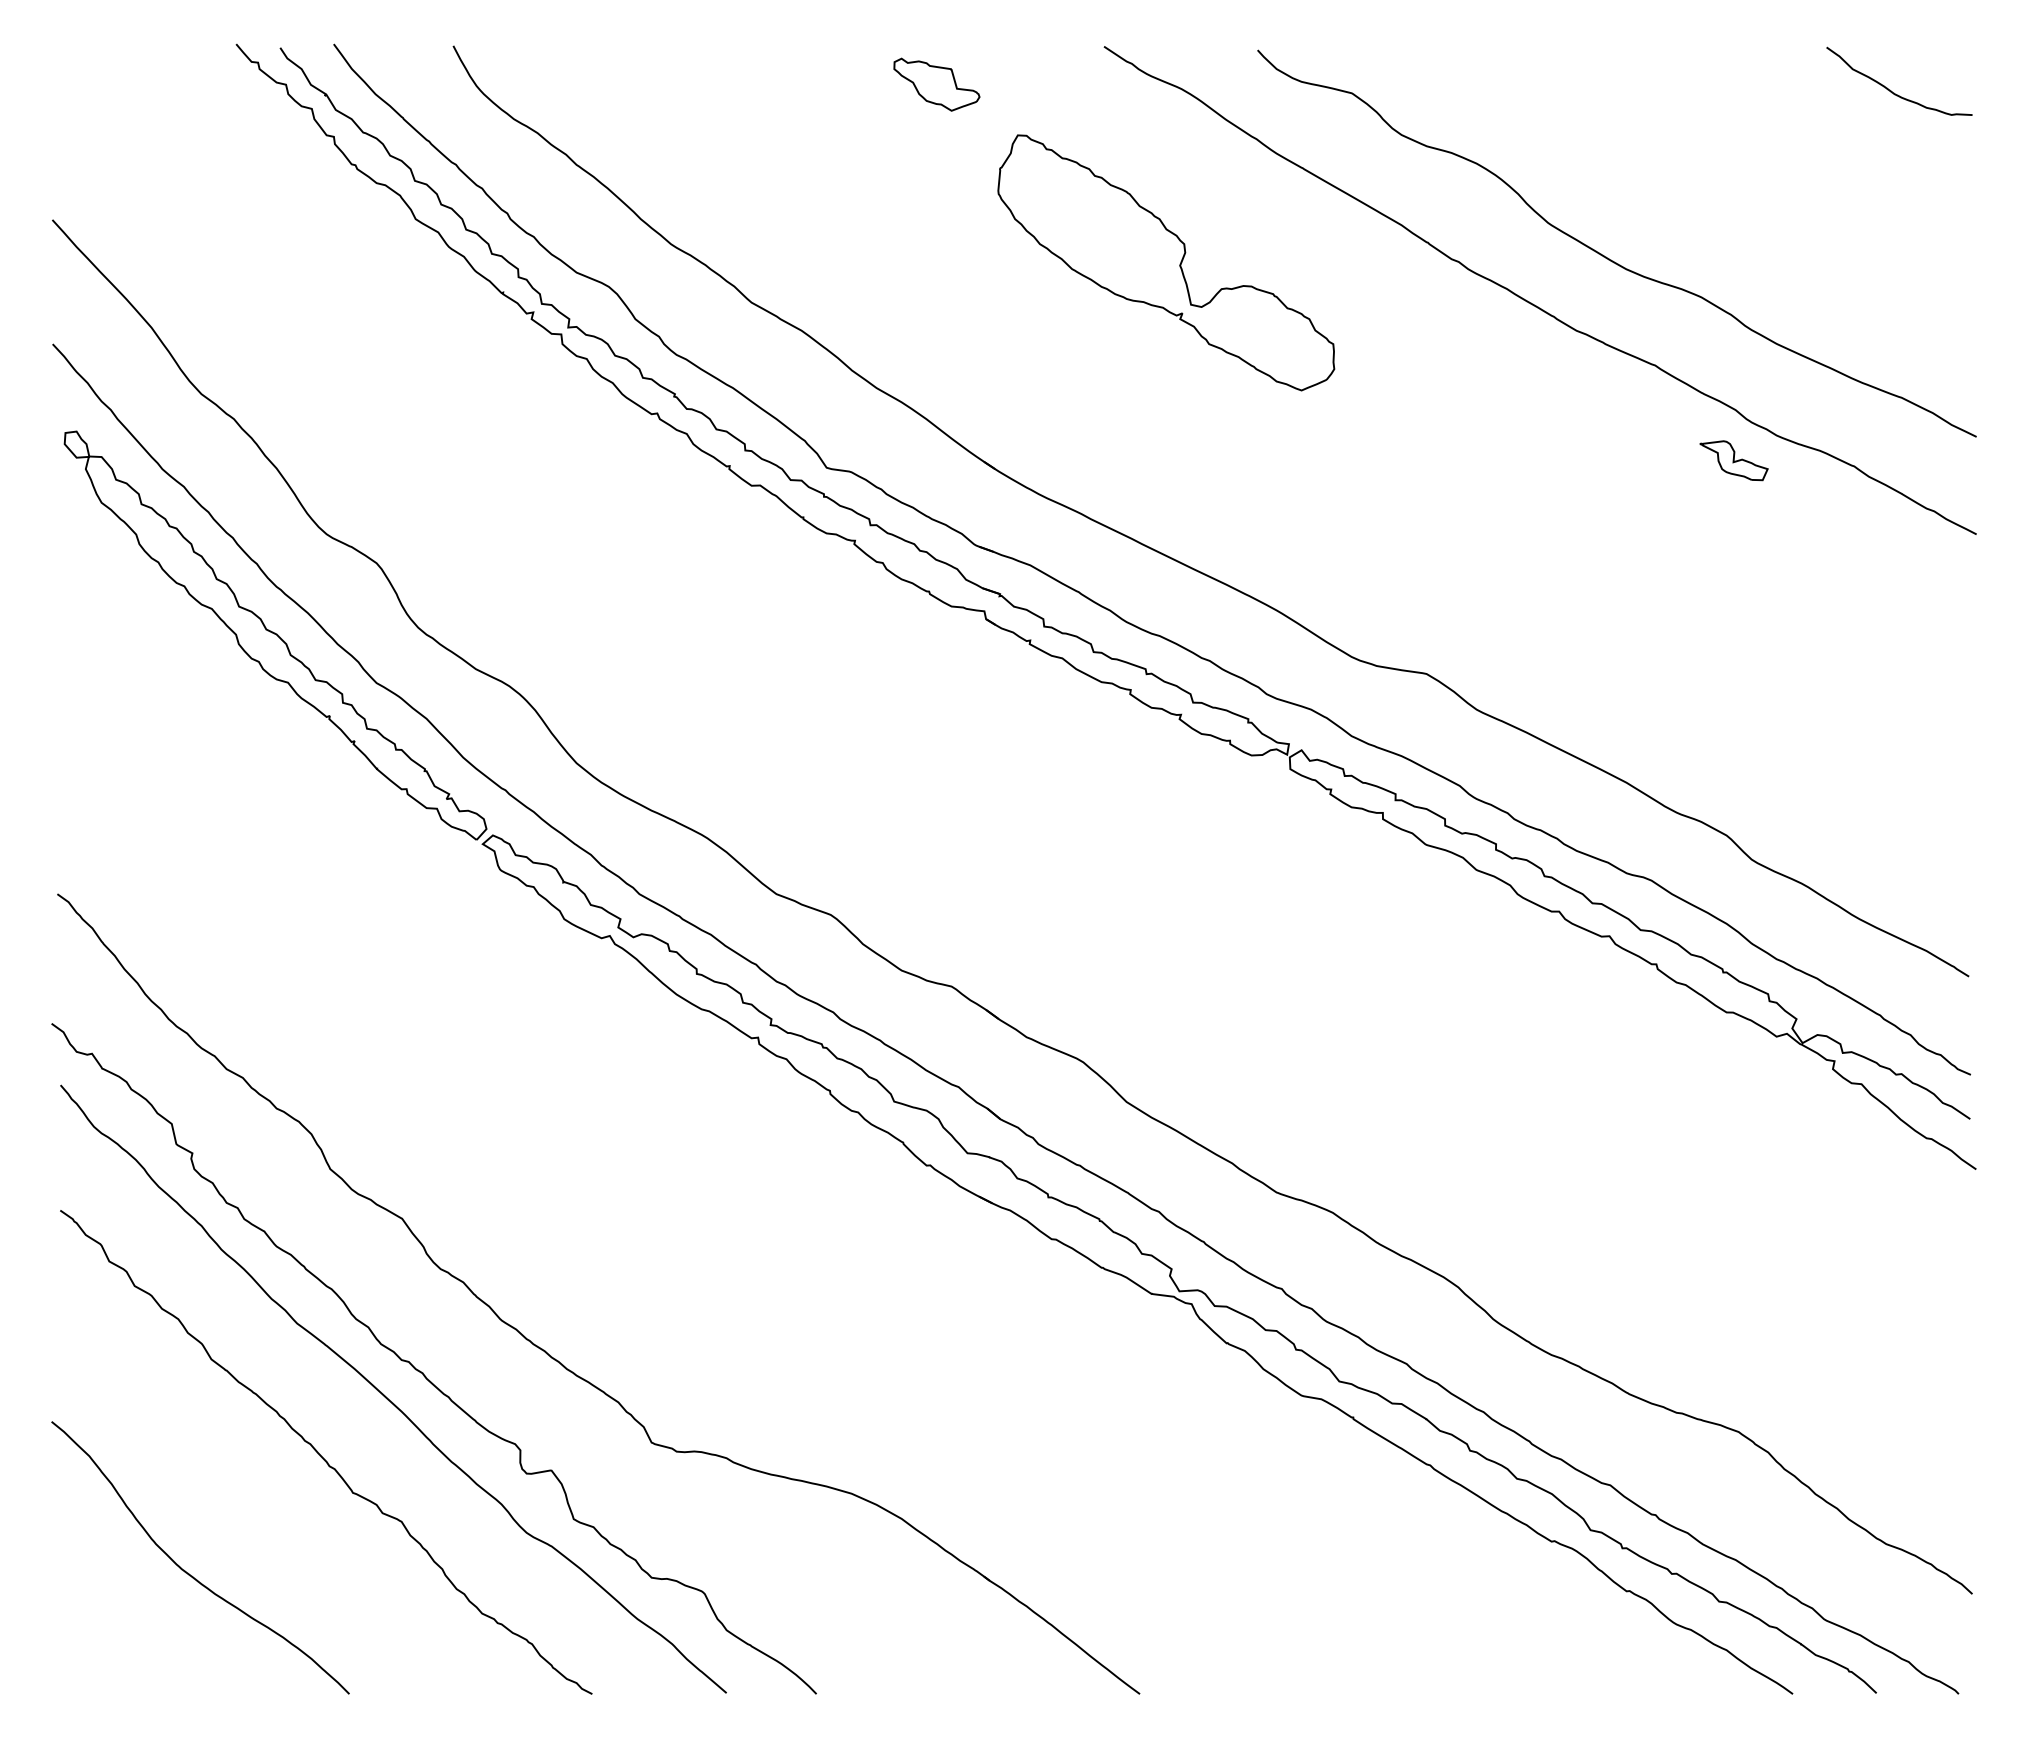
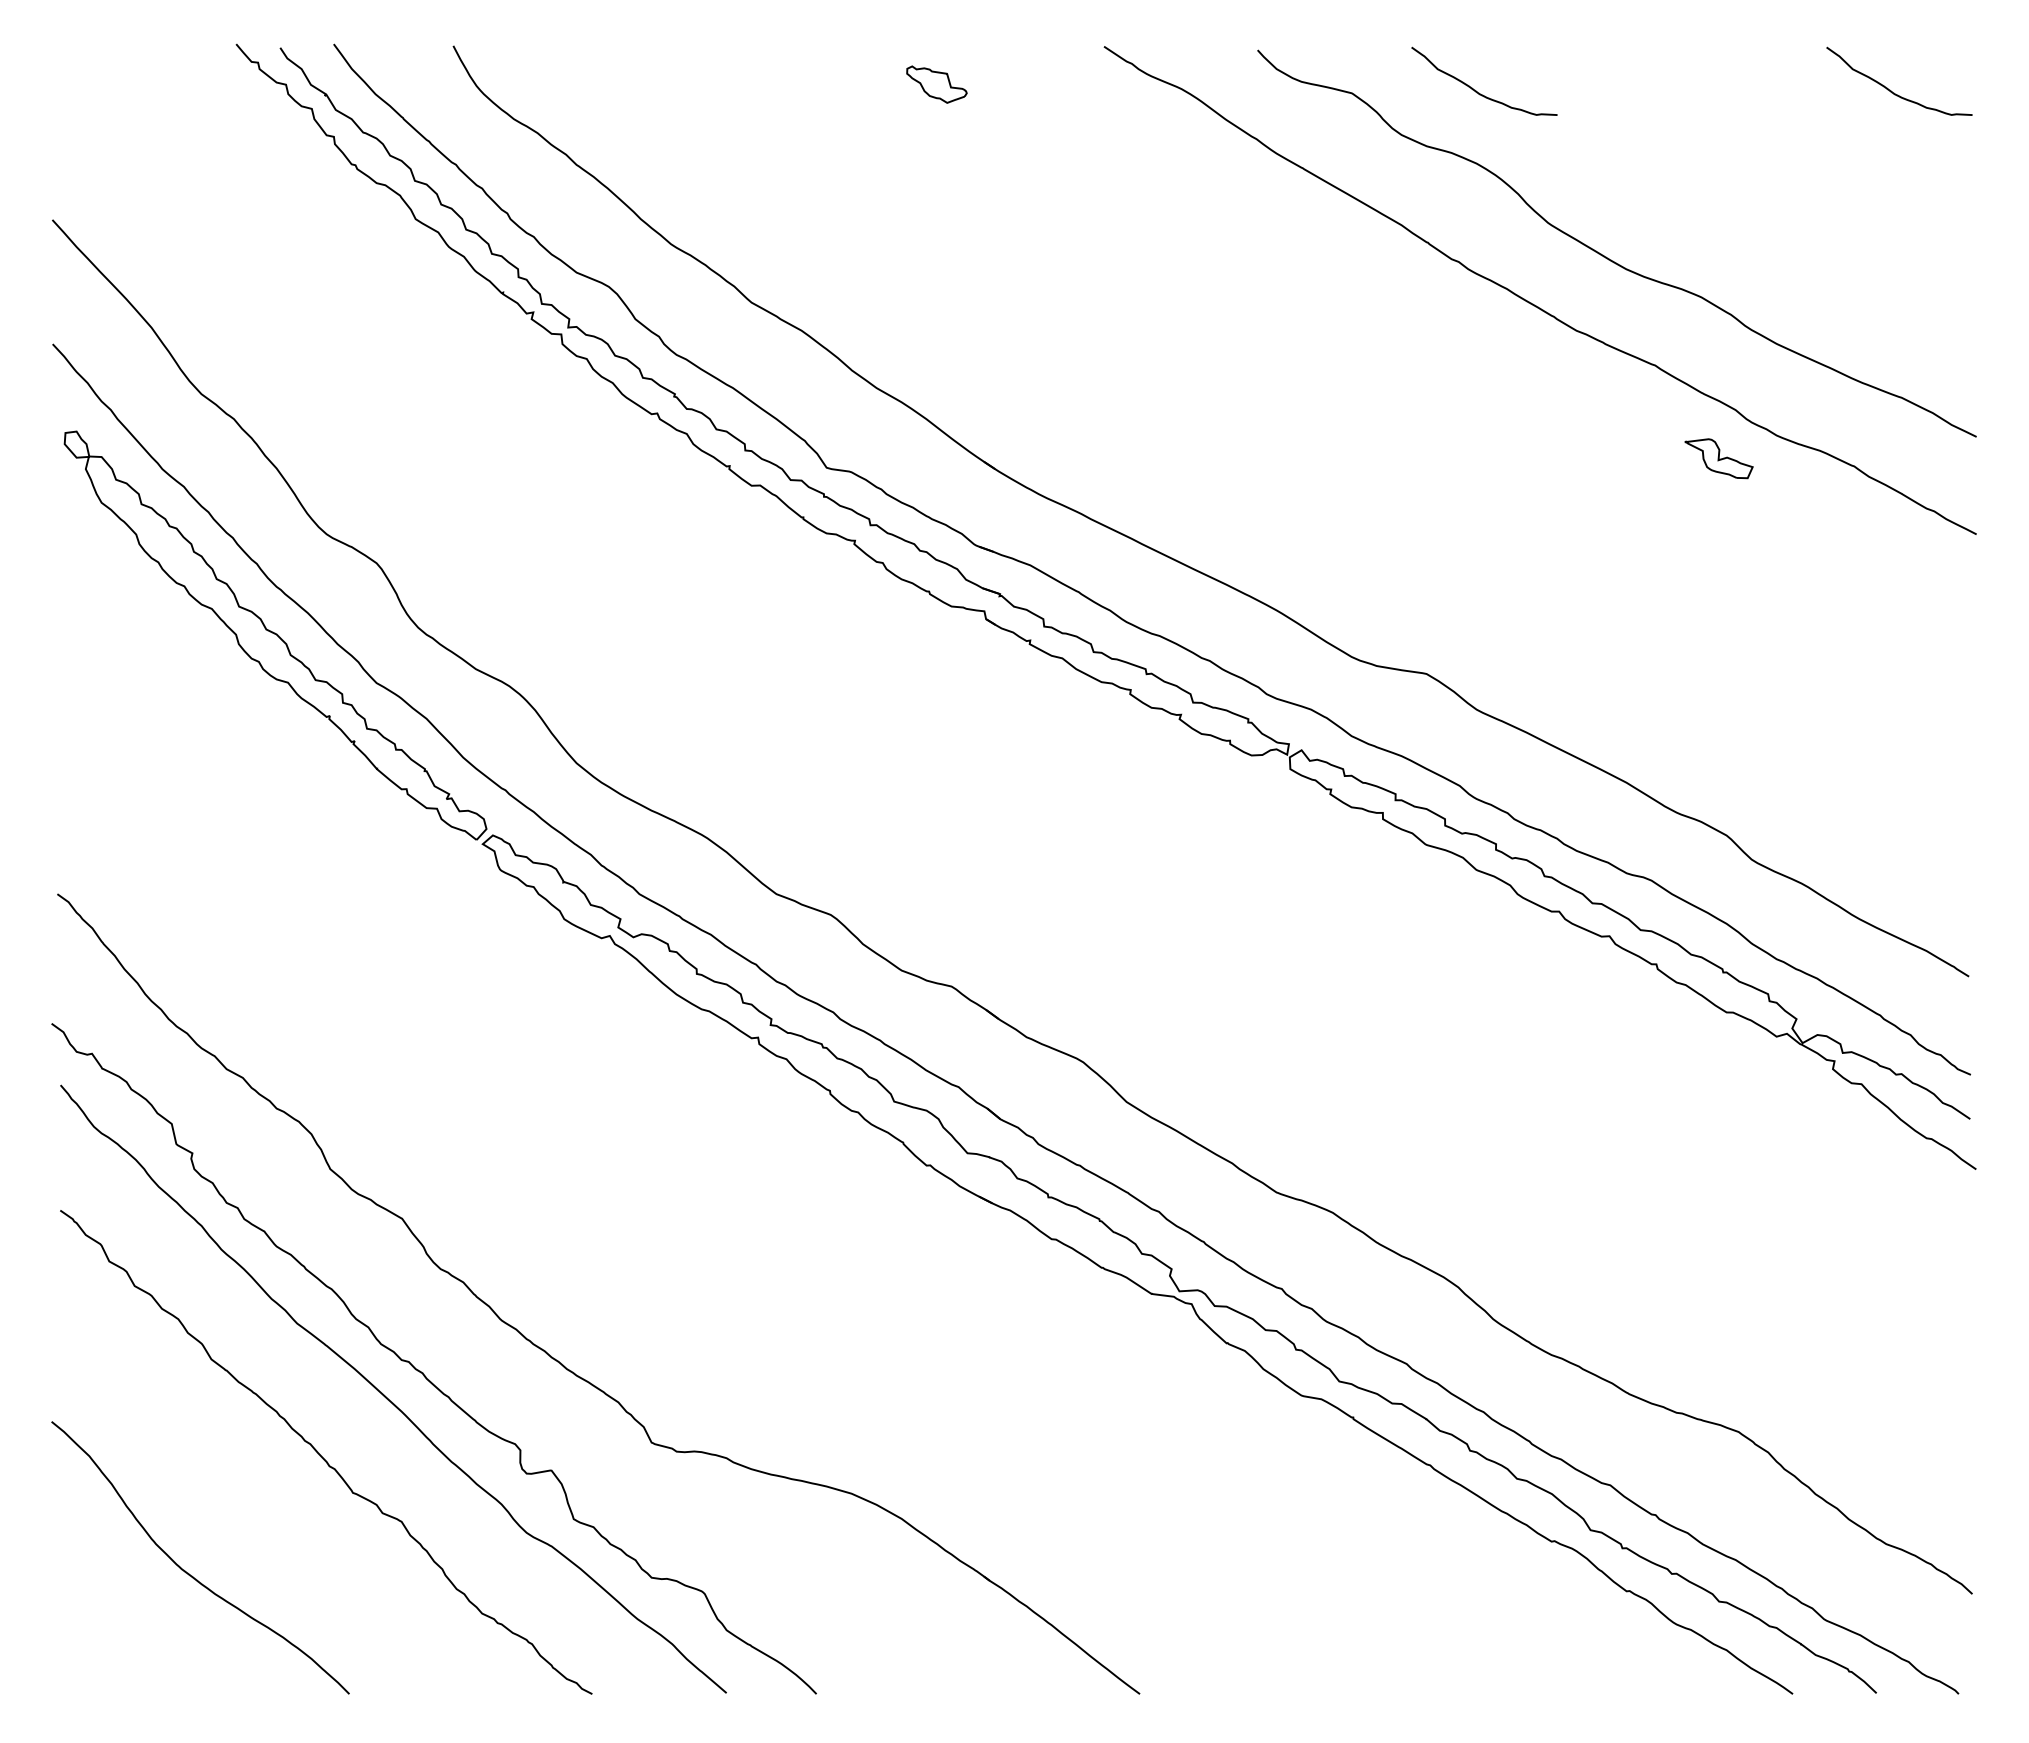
part at (936, 84) size: 88x55 px -> 62x39 px
curve at (1476, 90): none -> present
part at (1166, 262): present -> none
part at (1733, 460) position: (1733, 460) -> (1718, 458)
